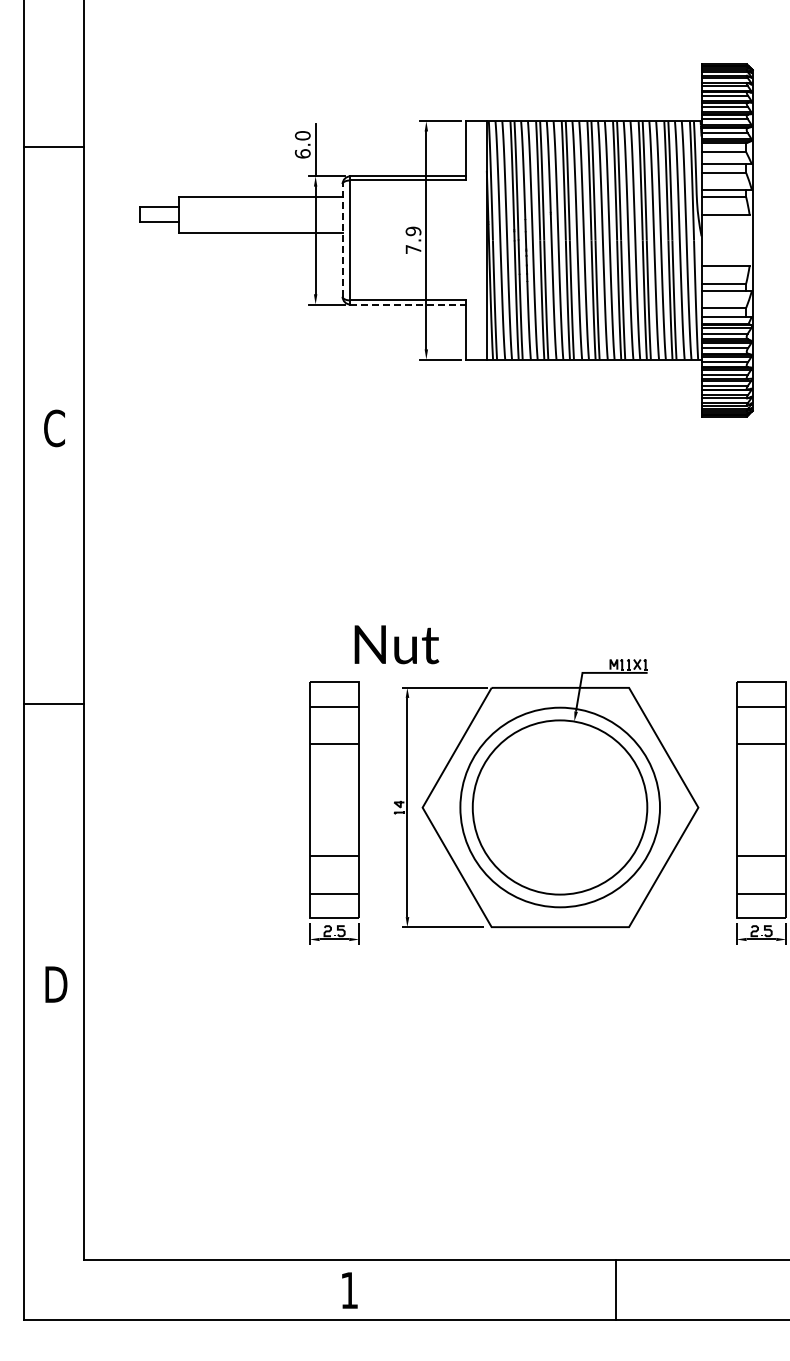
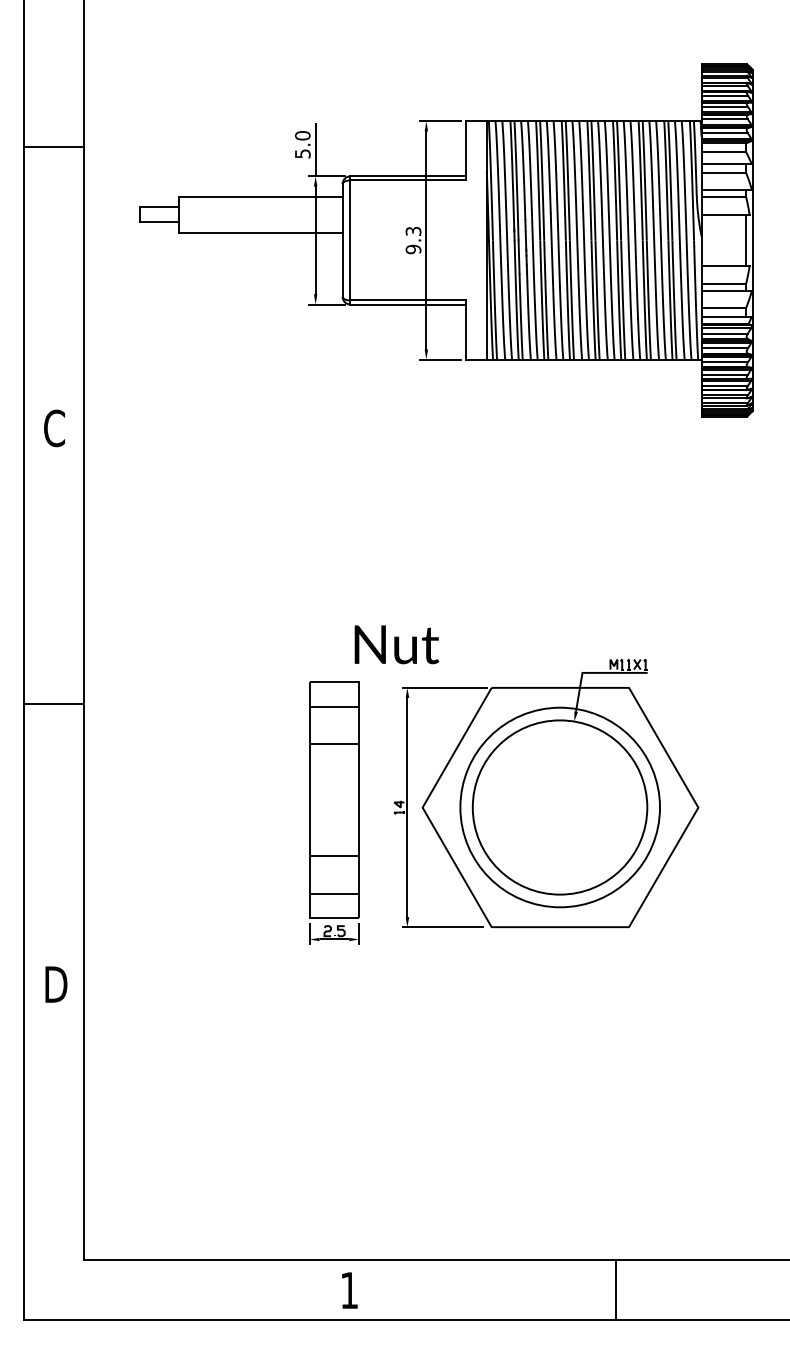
text at (302, 153): 6.0 -> 5.0
line at (342, 239): dashed -> solid
text at (413, 240): 7.9 -> 9.3
line at (746, 240): none -> present
line at (408, 304): dashed -> solid
part at (761, 812): present -> none
